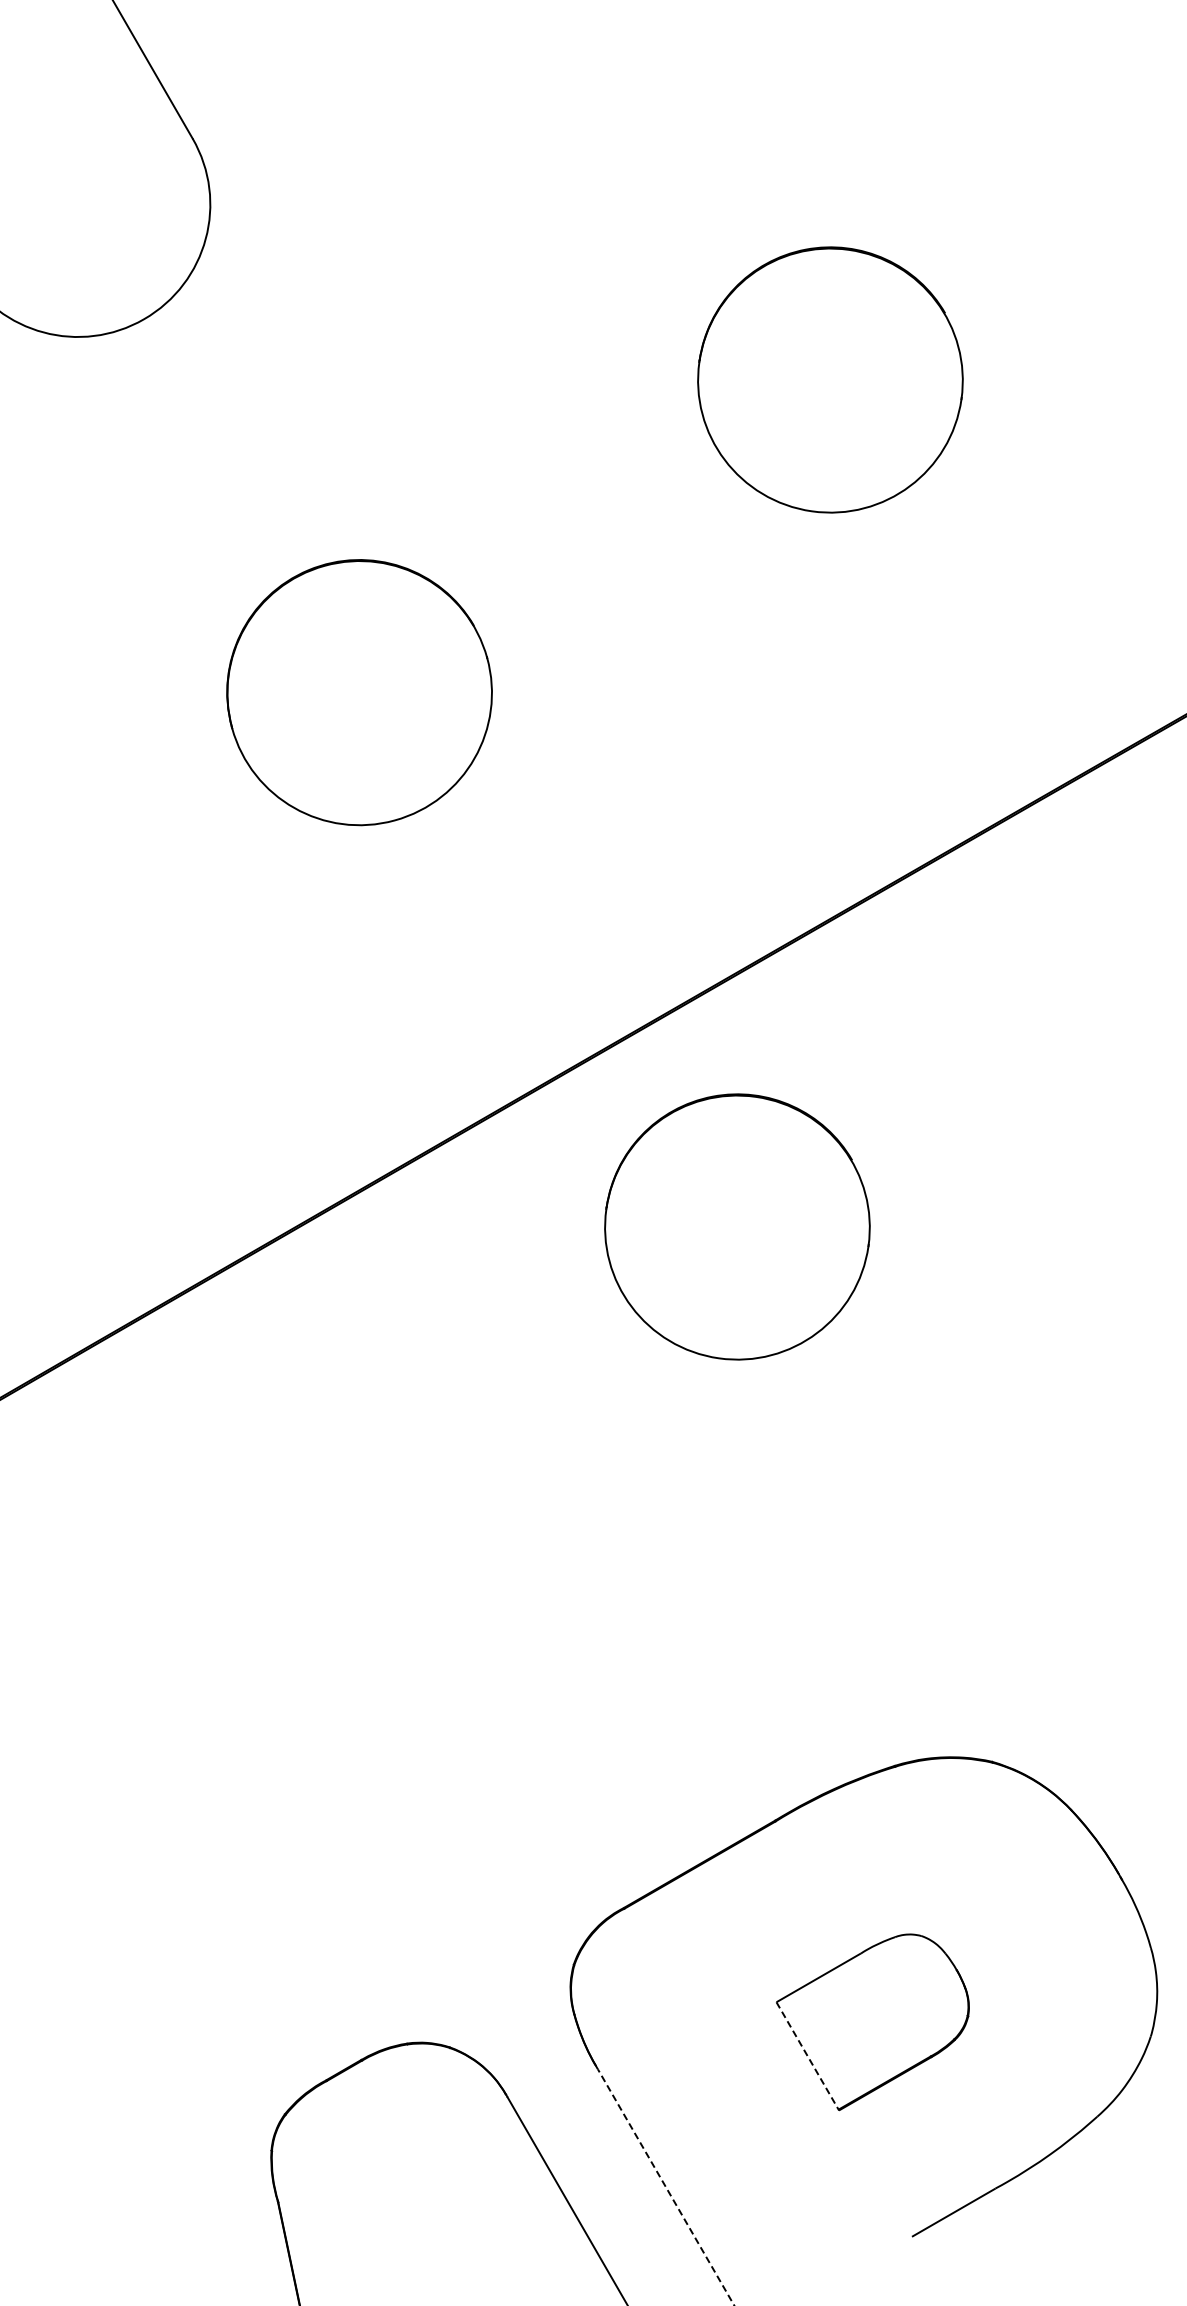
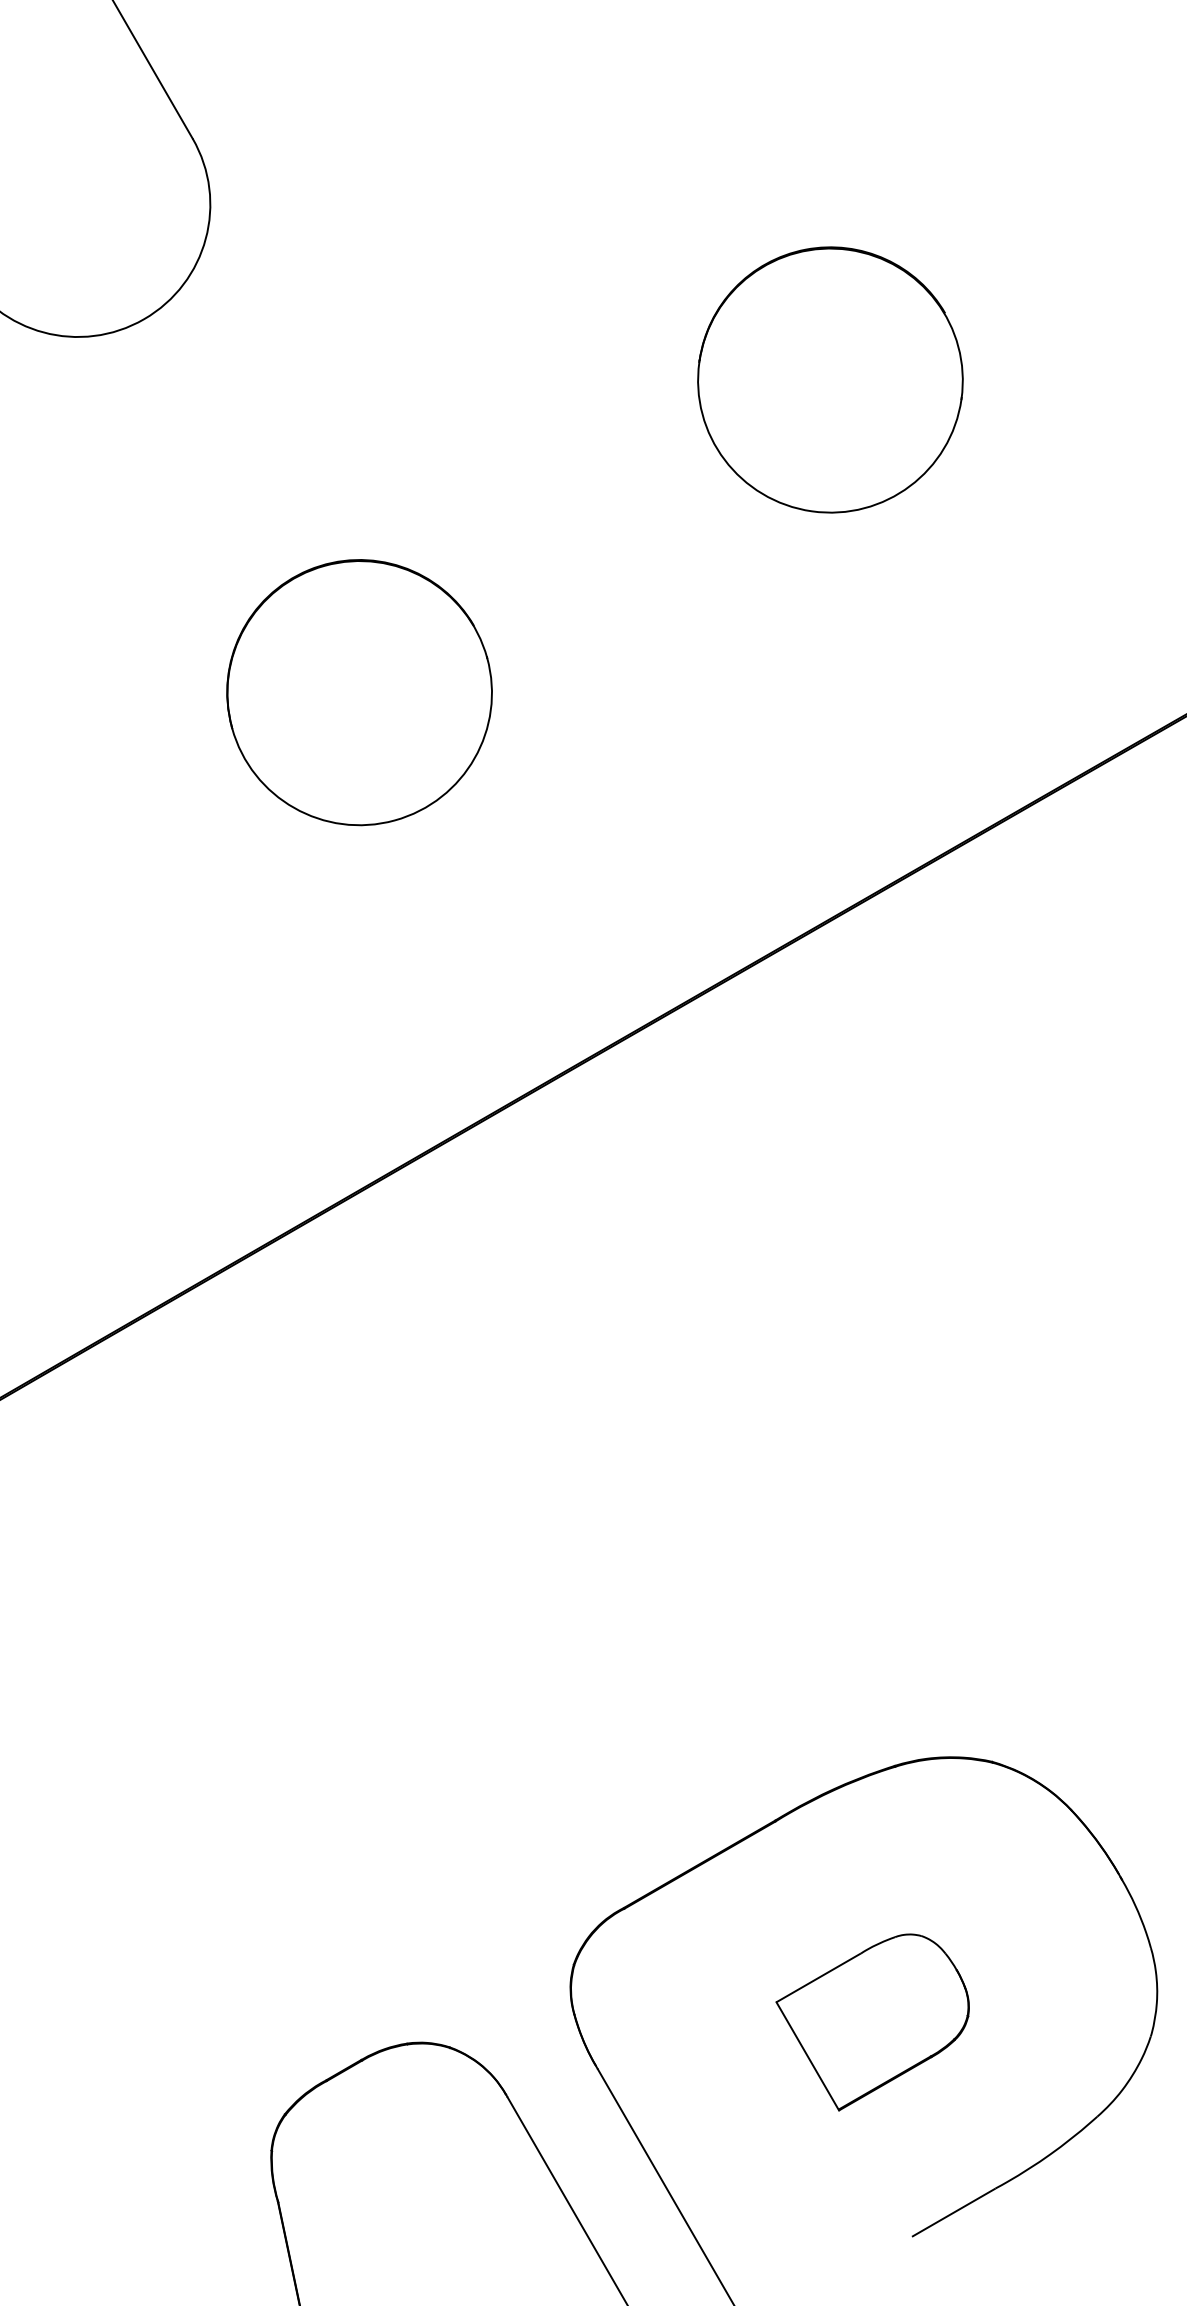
part at (737, 1226): present -> none
line at (807, 2056): dashed -> solid
line at (665, 2187): dashed -> solid
